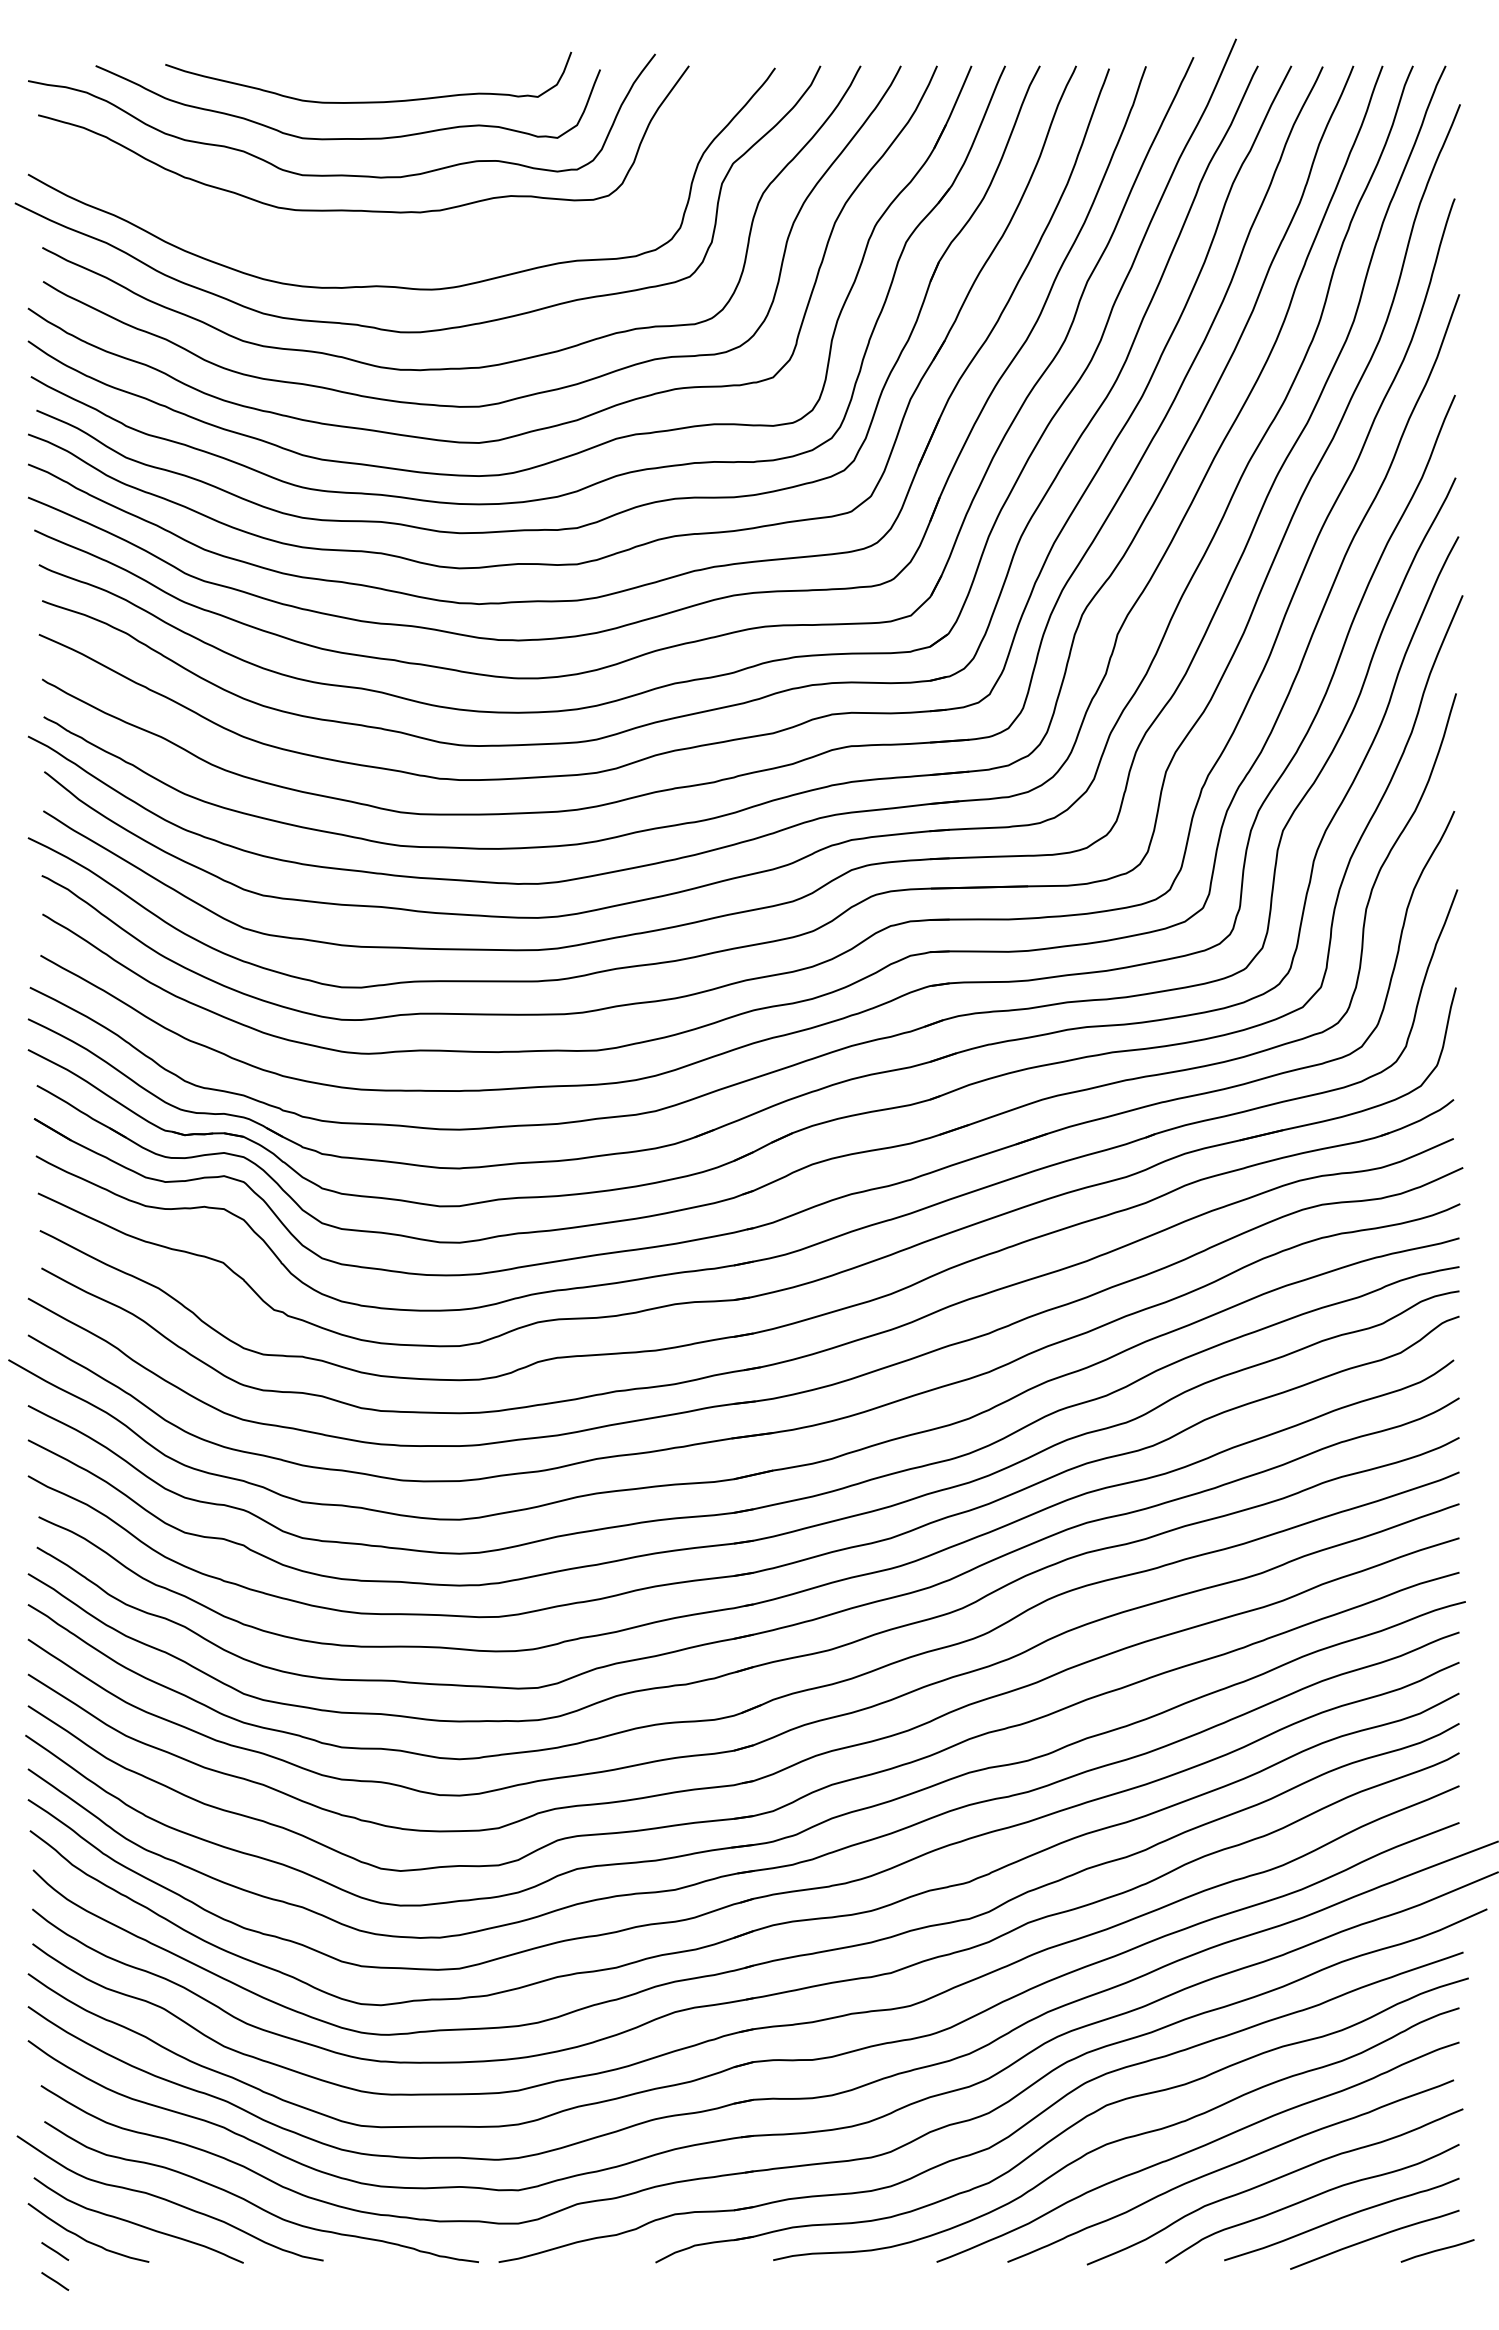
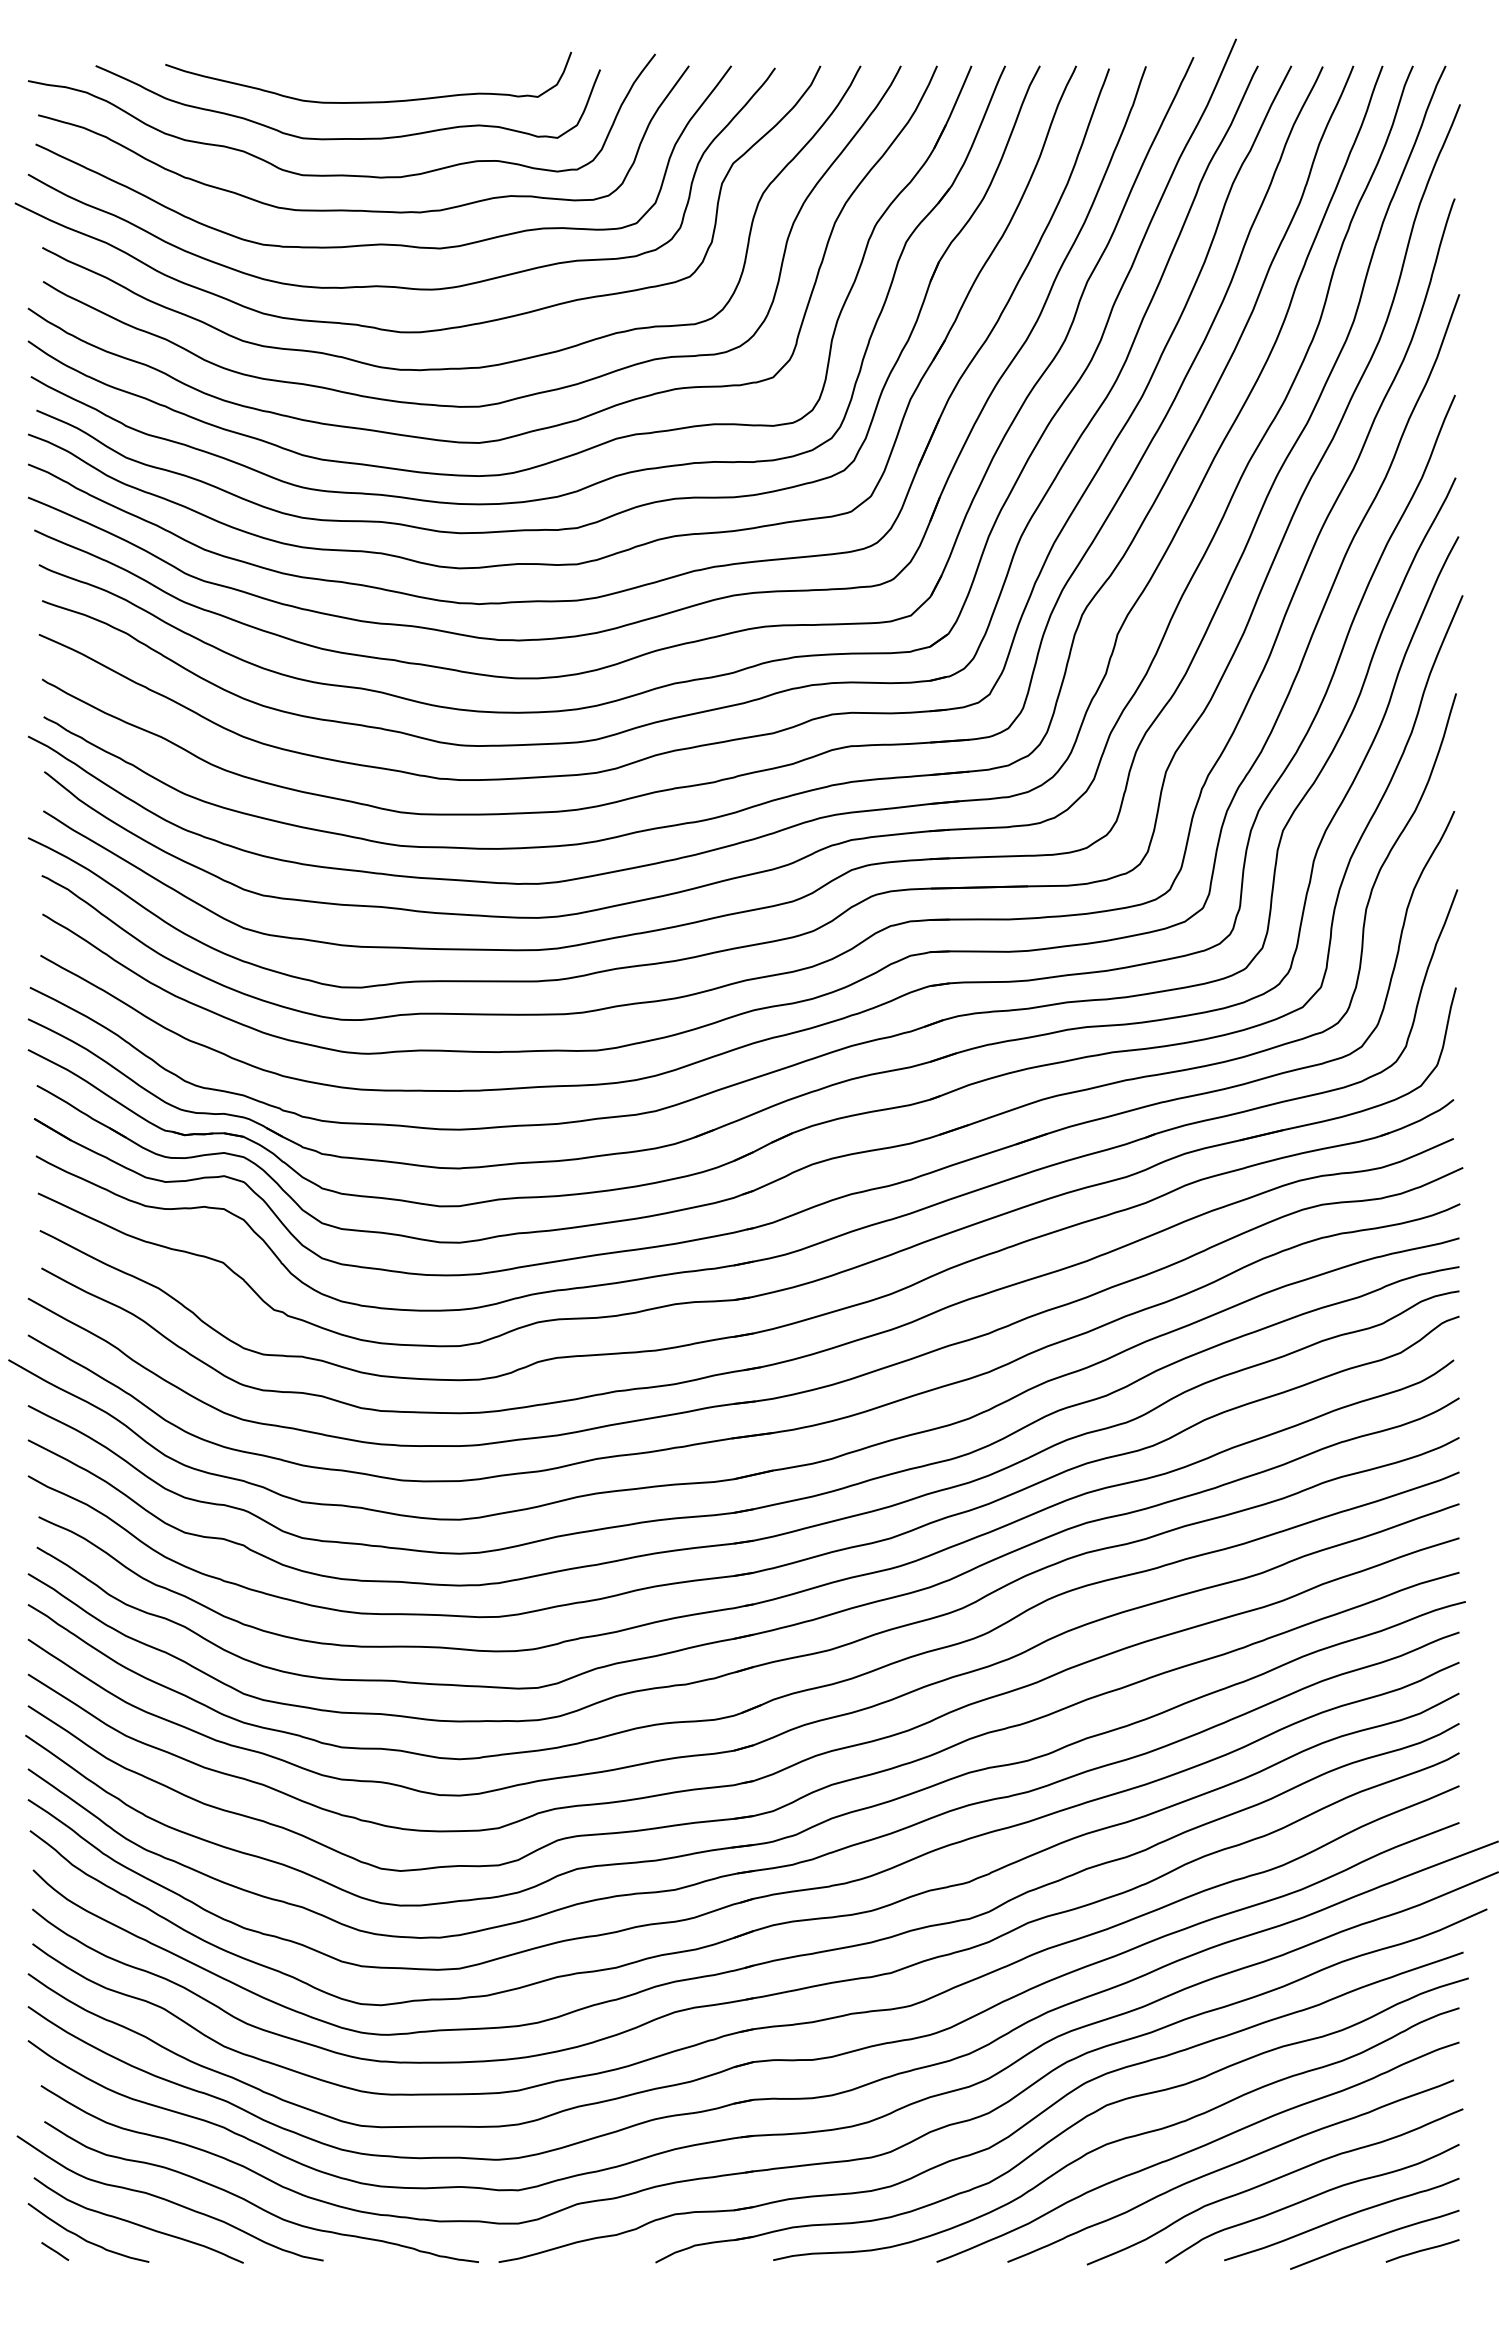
curve at (383, 243): none -> present
curve at (1437, 2250) position: (1437, 2250) -> (1422, 2250)
line at (55, 2281): present -> none
